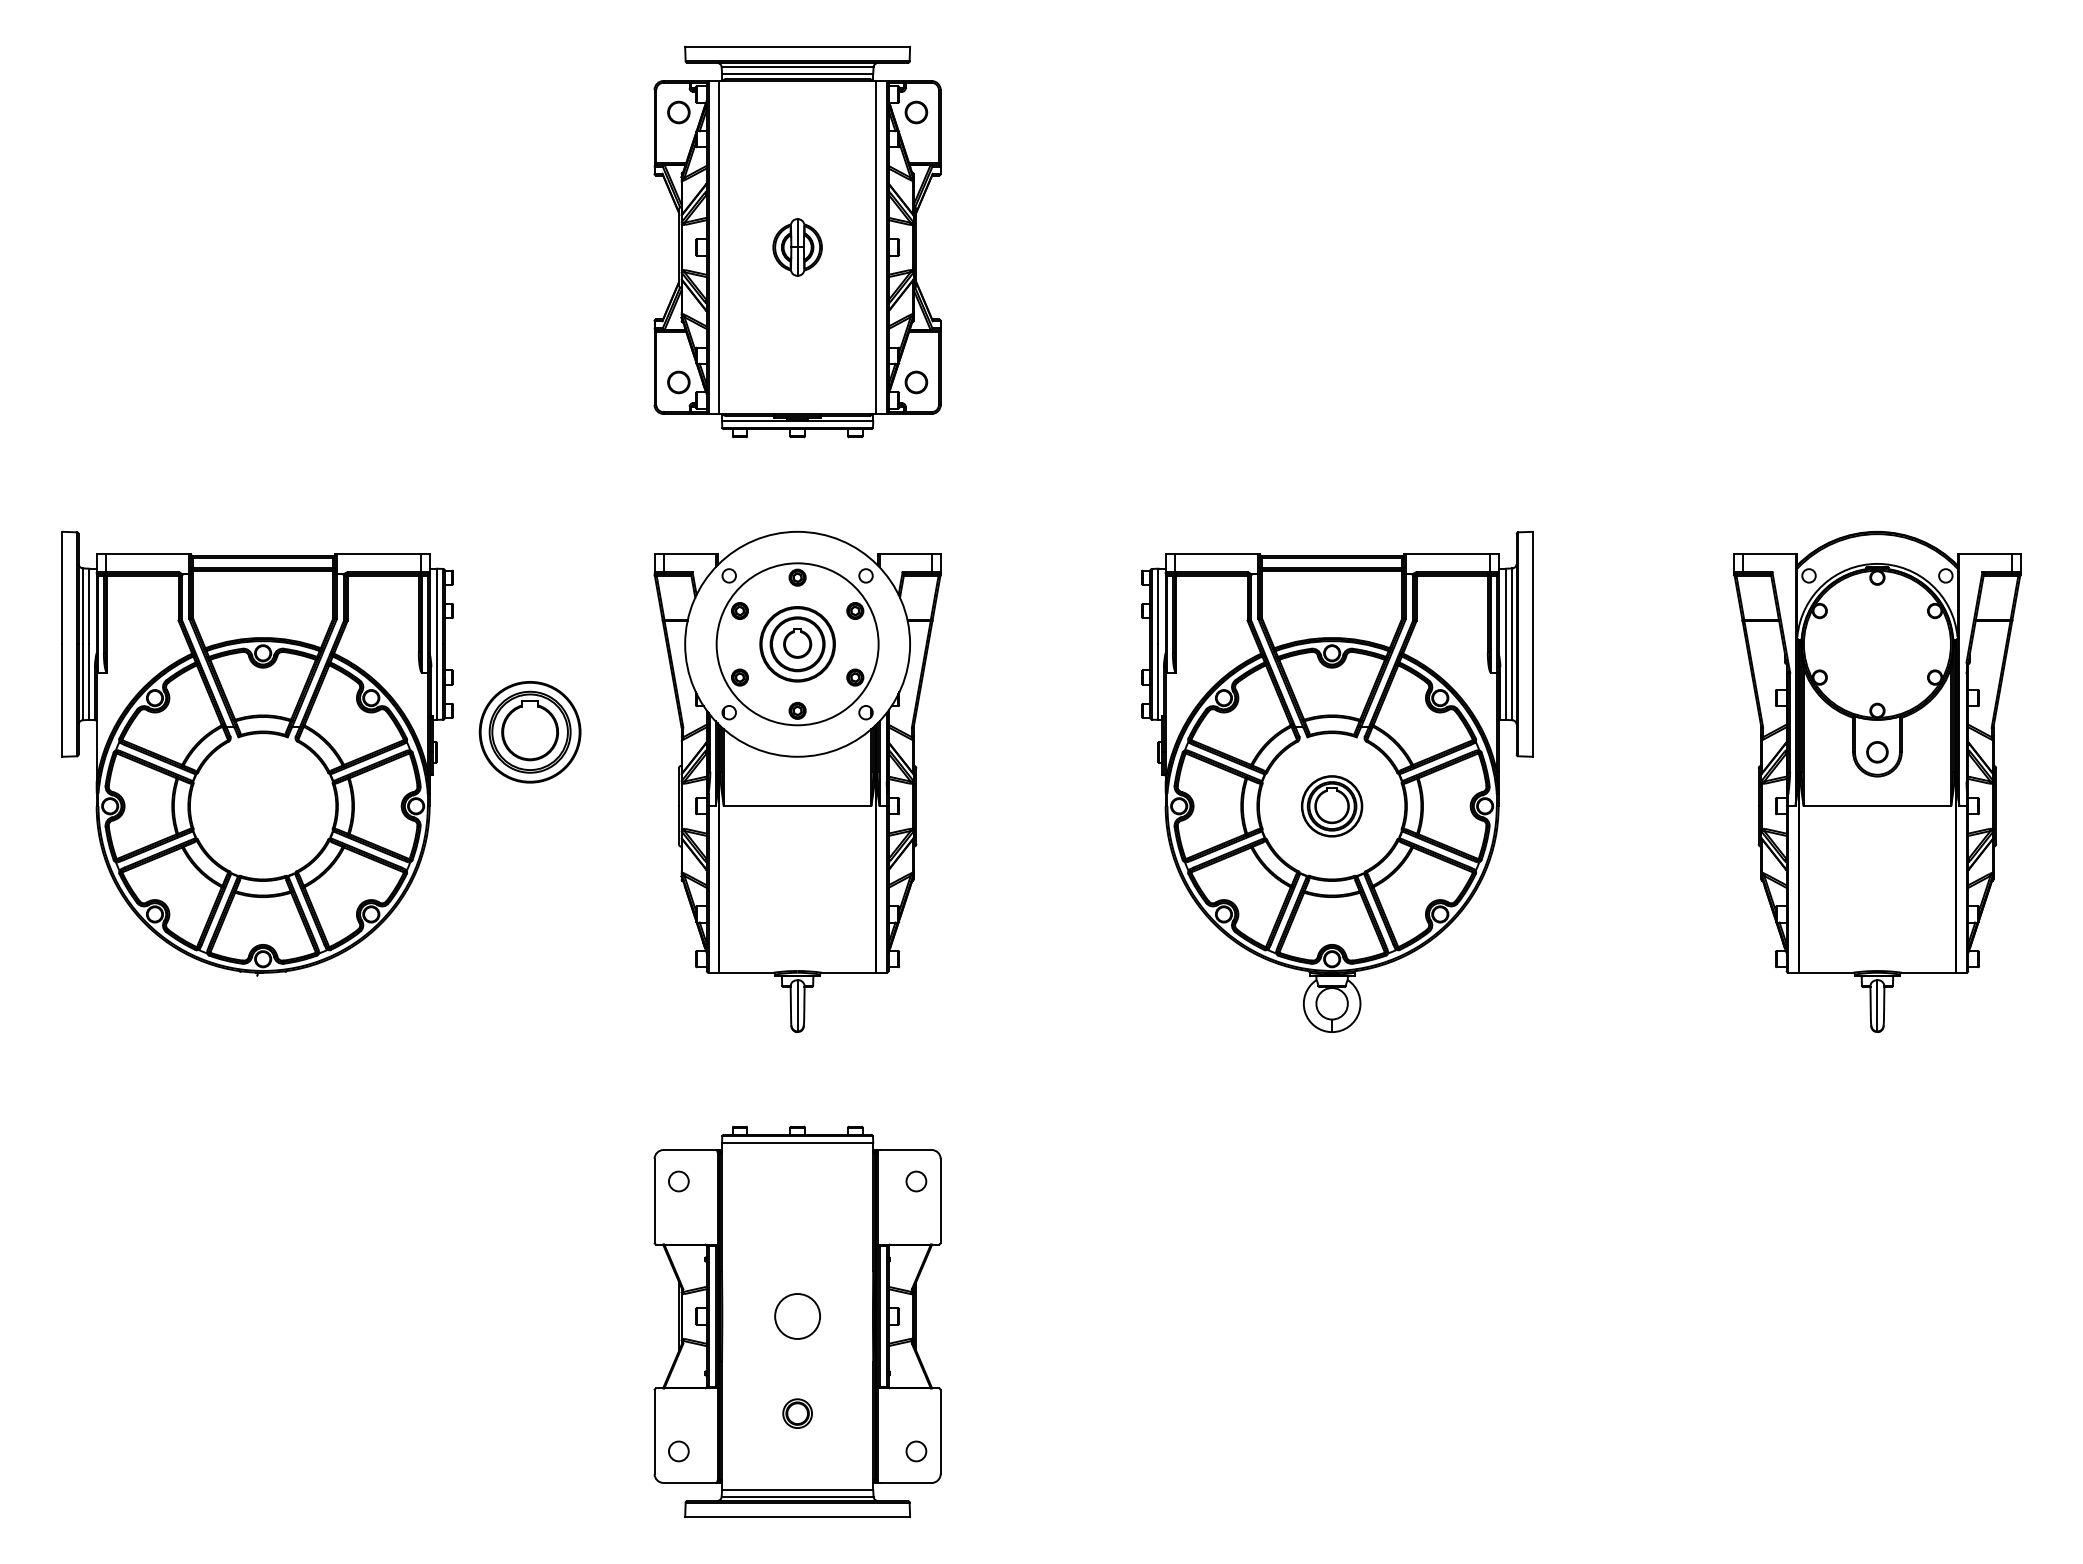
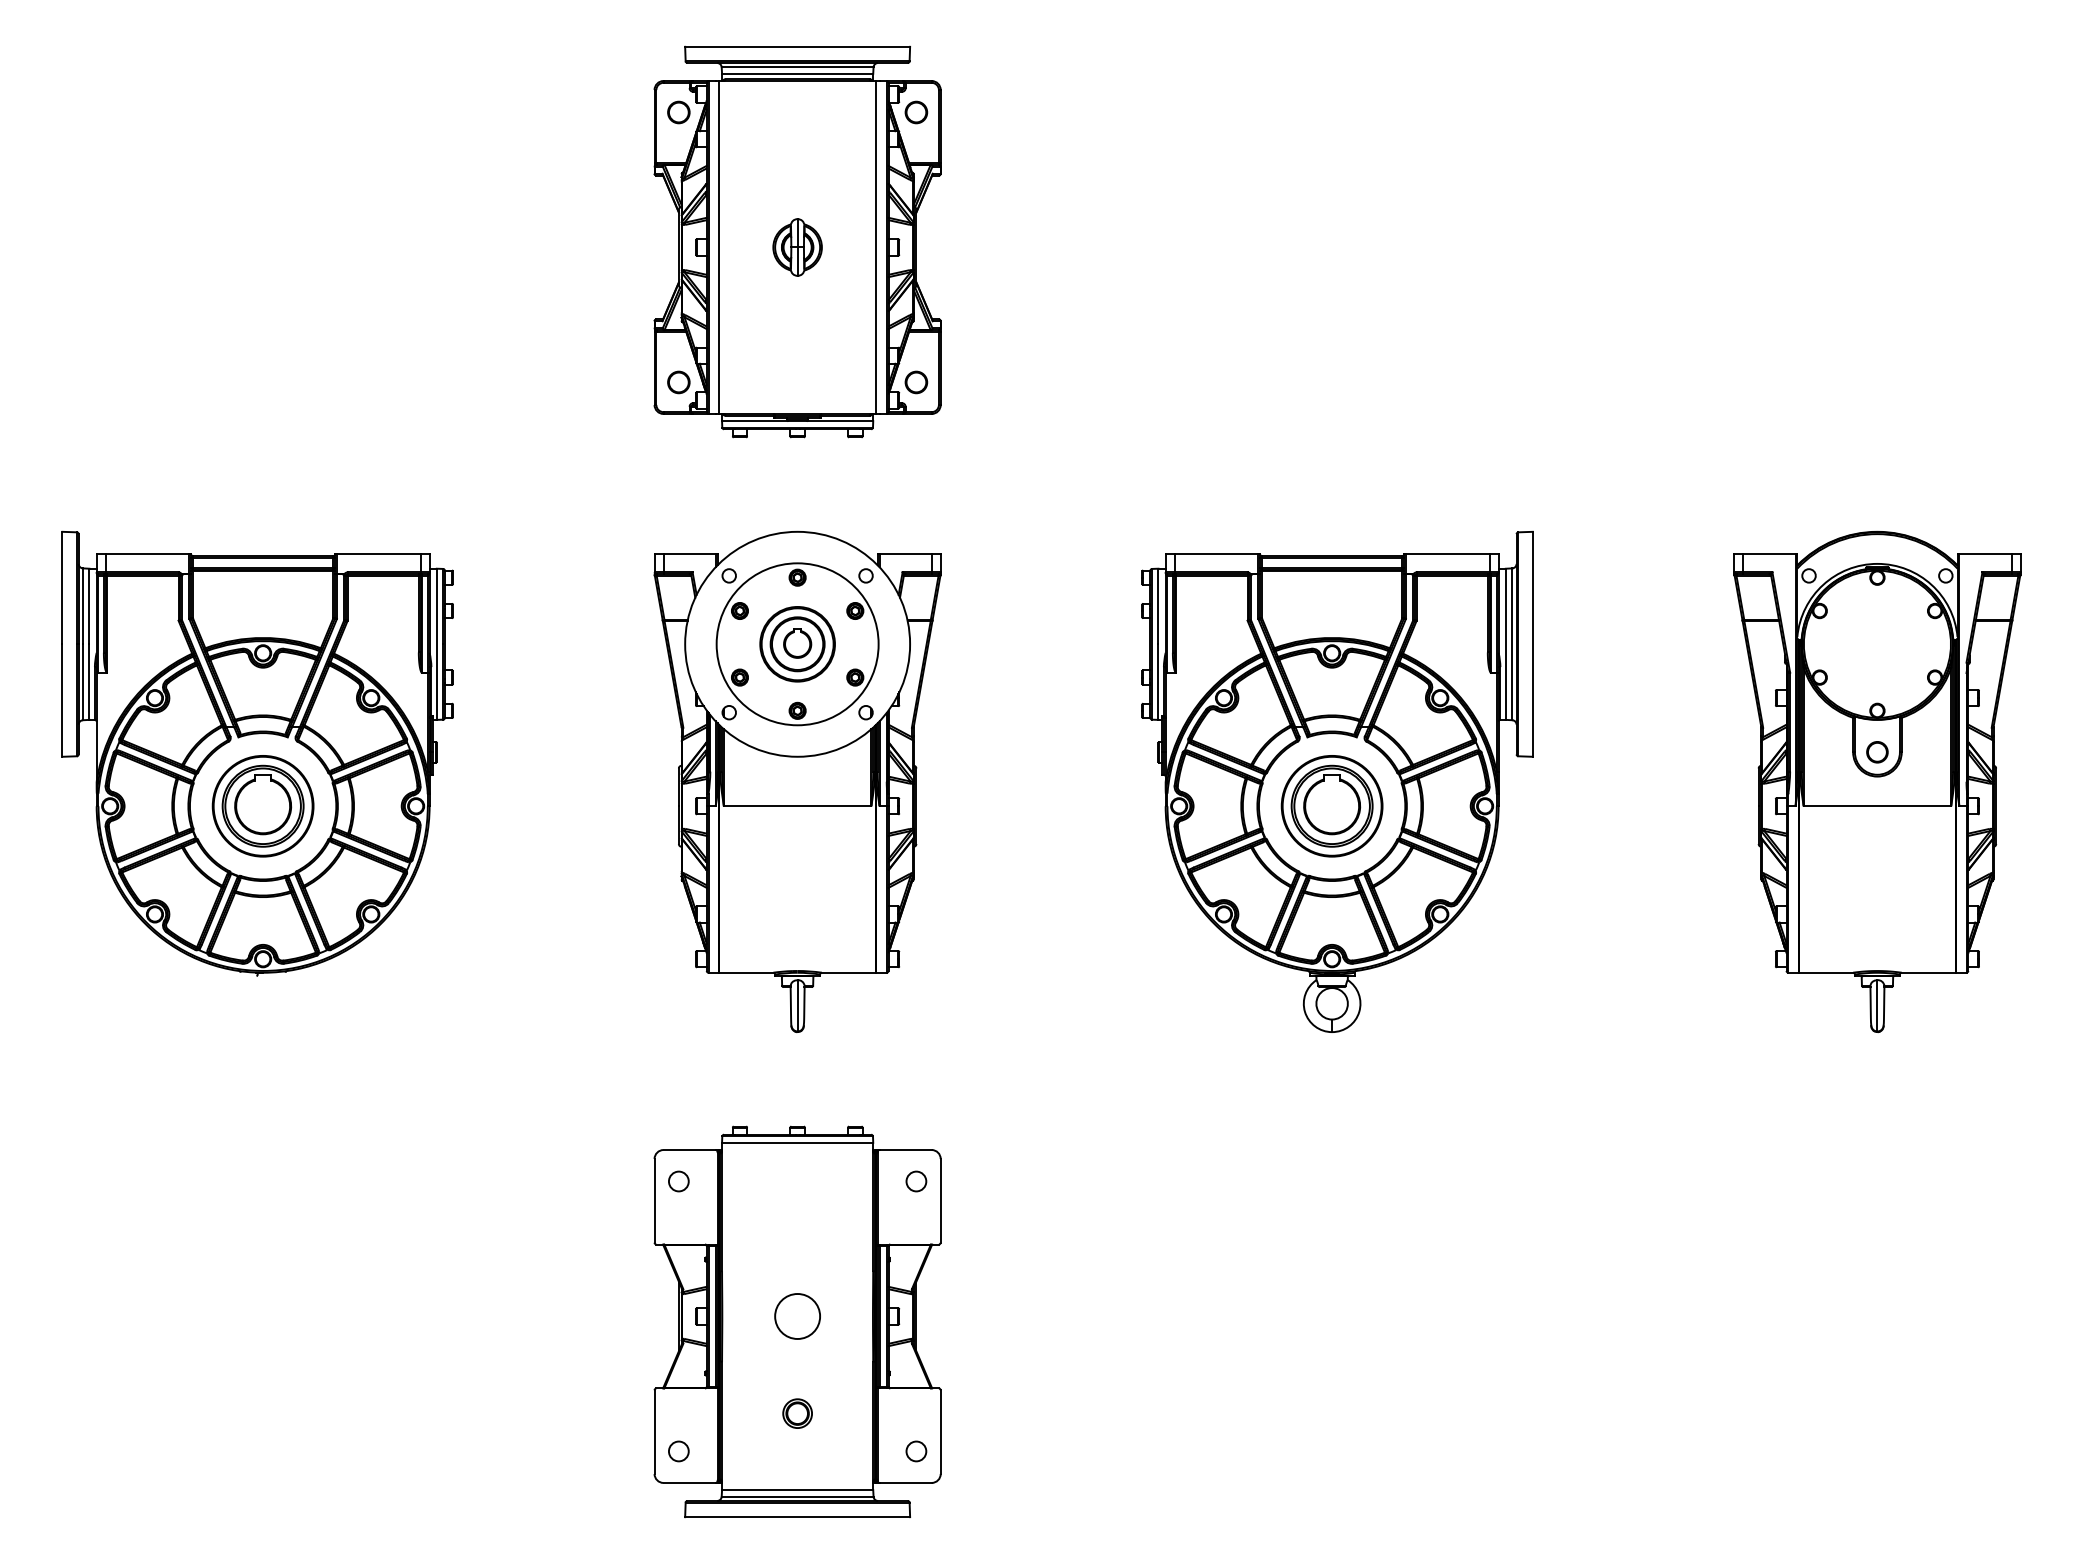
part at (529, 732) position: (529, 732) -> (262, 806)
part at (1332, 806) size: 63x63 px -> 104x103 px
